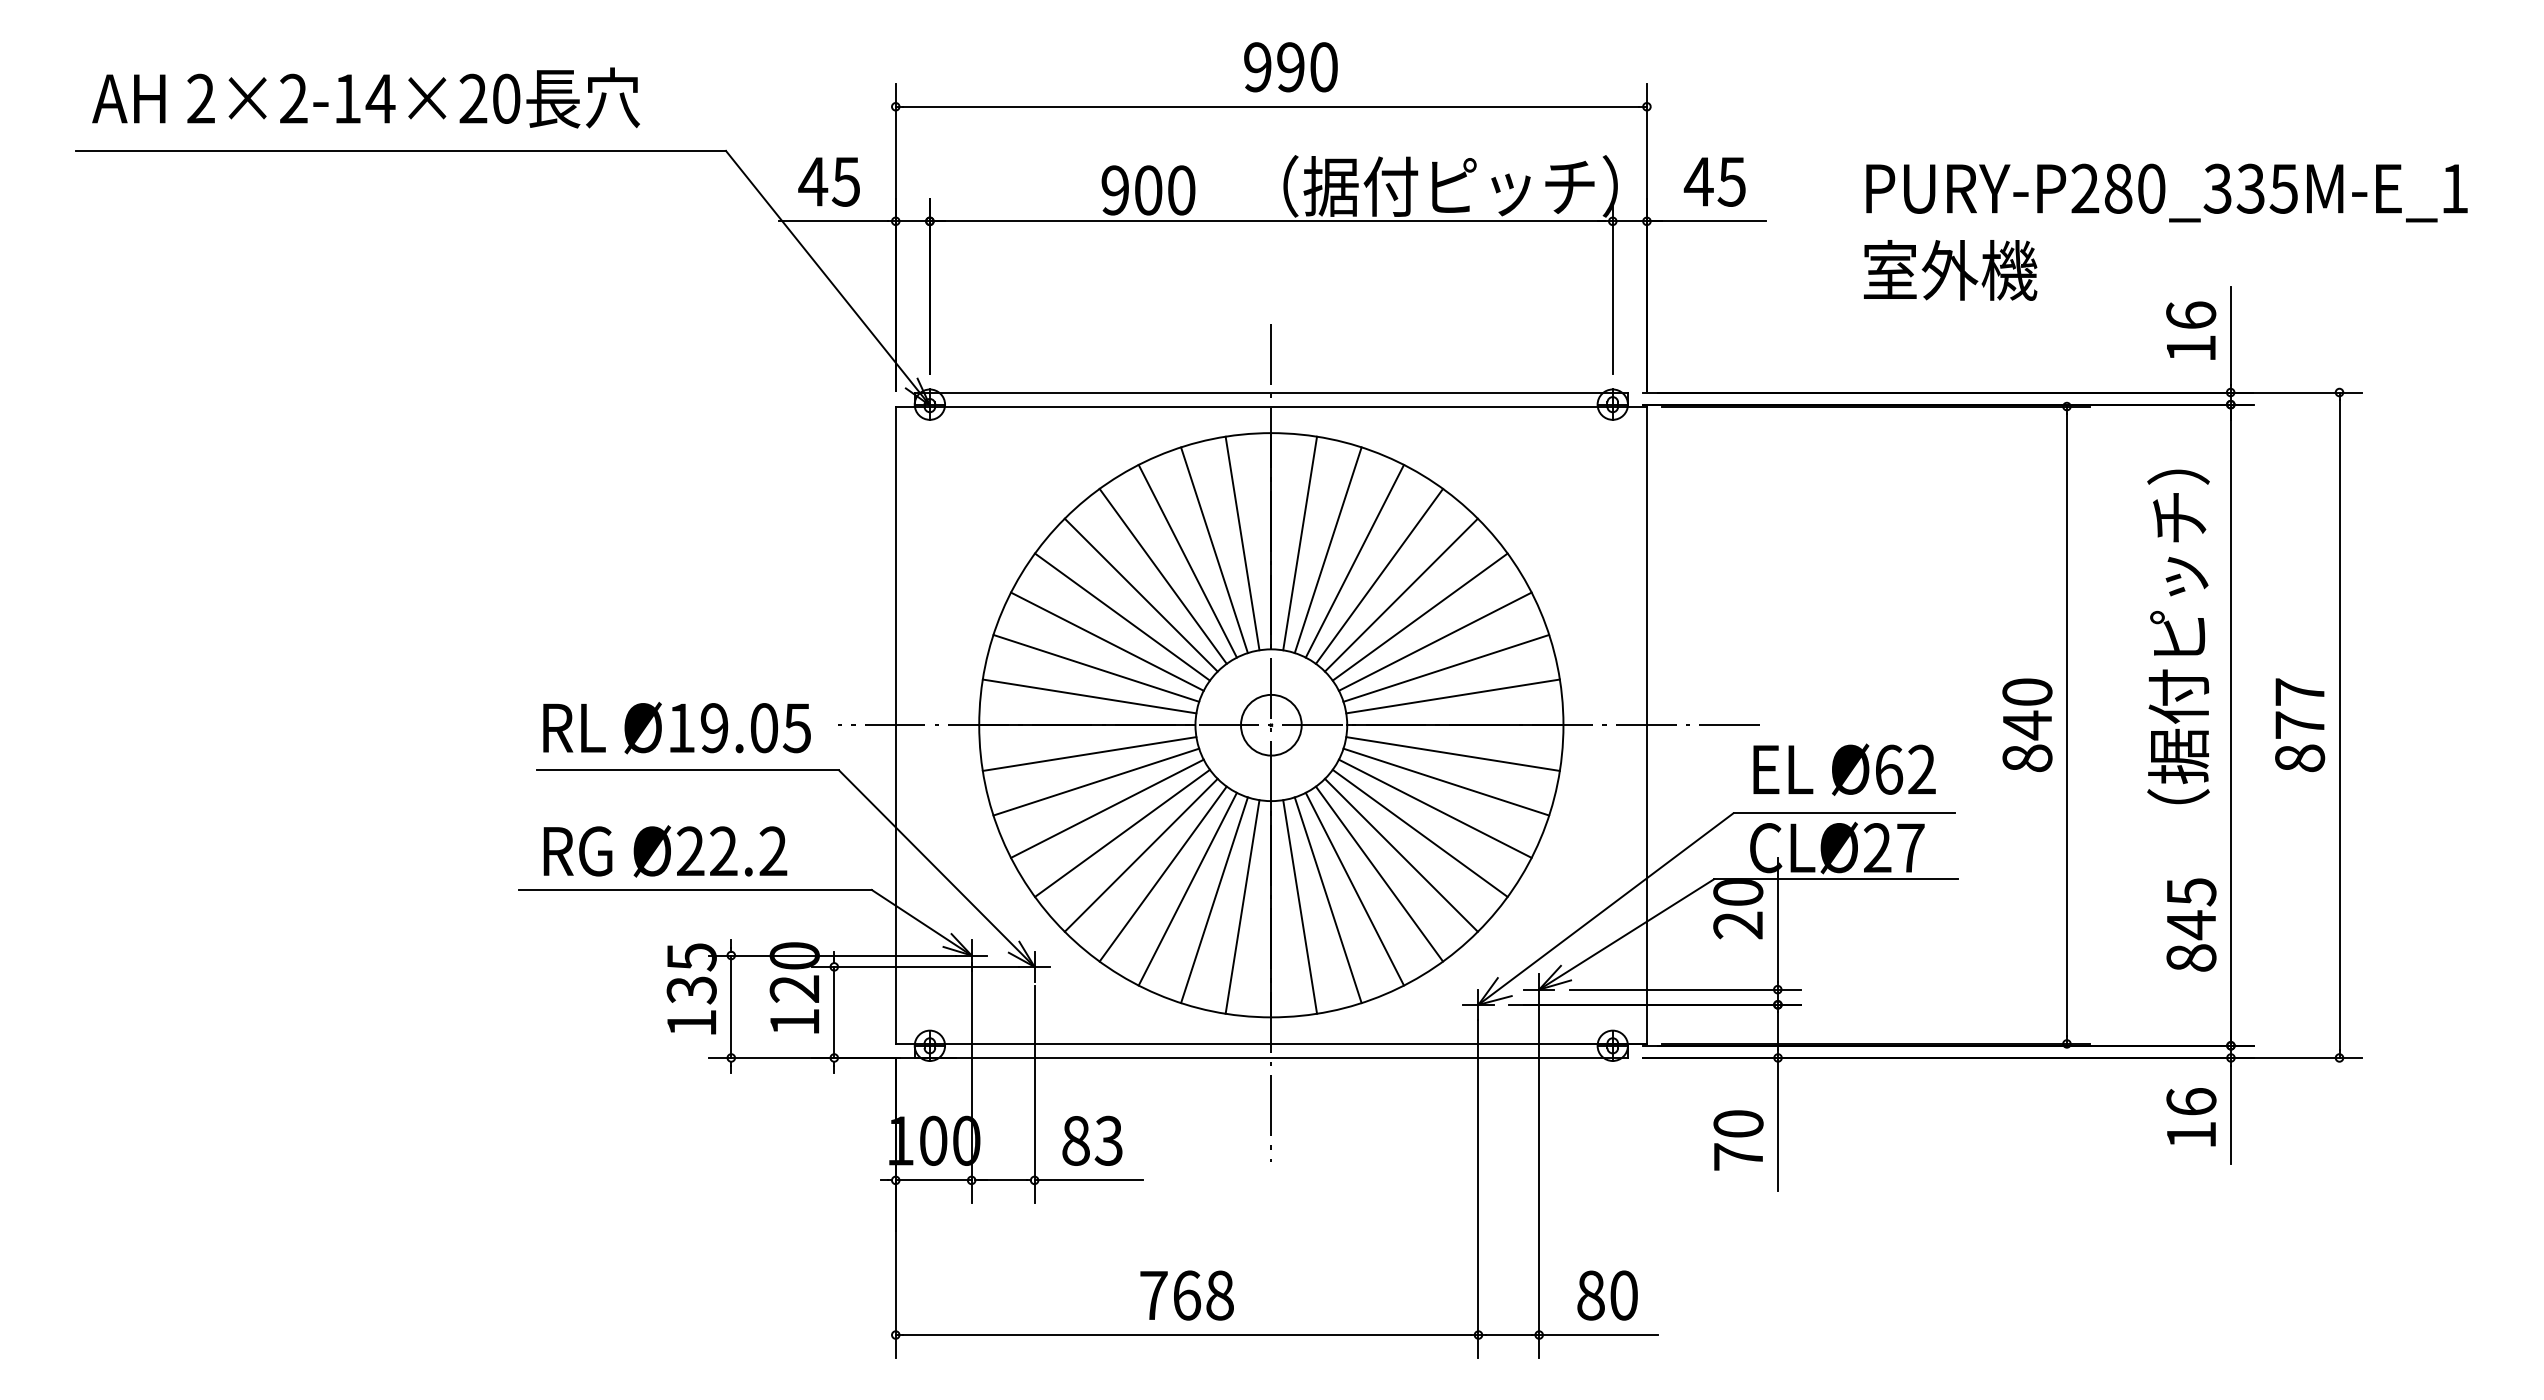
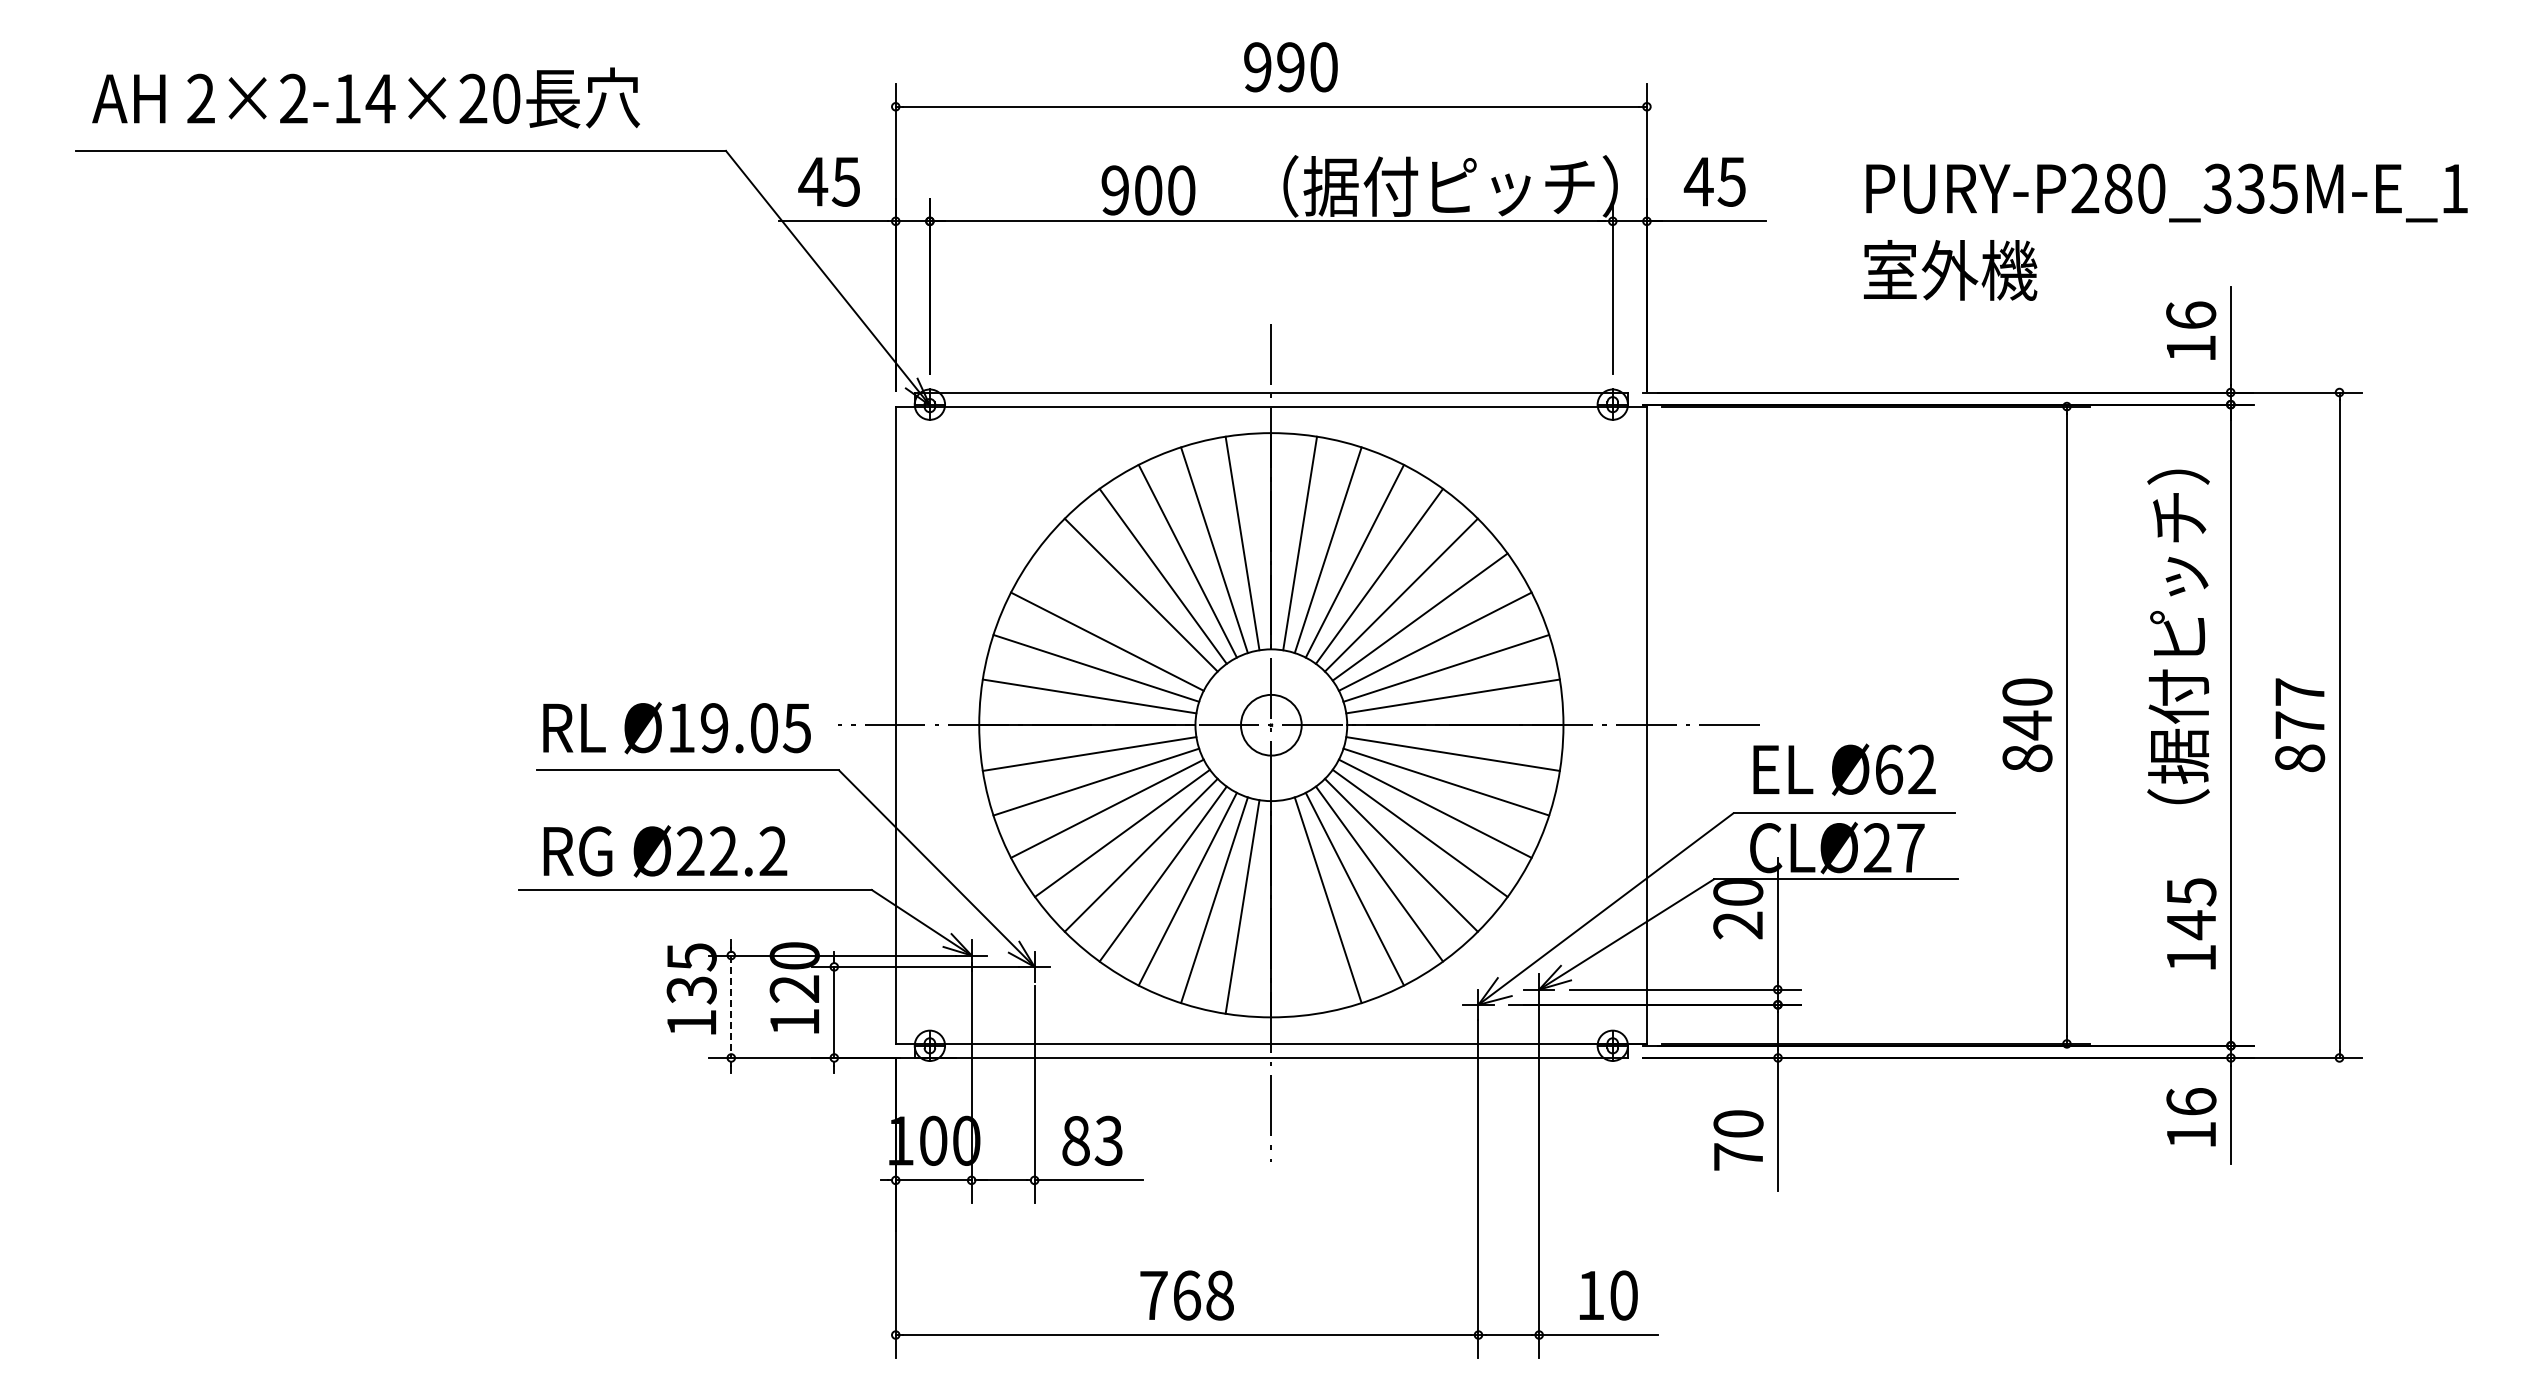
line at (1122, 616): present -> none
line at (1300, 906): present -> none
text at (2191, 957): 845 -> 145
line at (731, 1007): solid -> dashed
text at (1590, 1295): 80 -> 10
